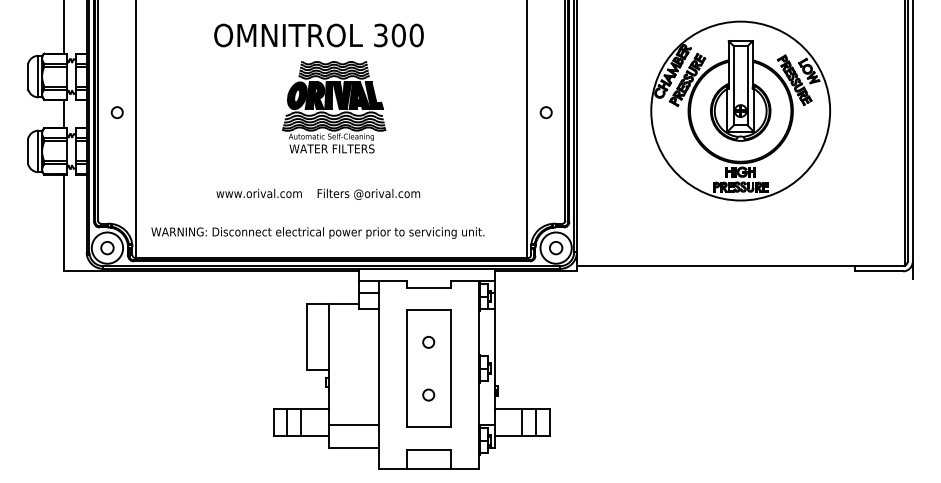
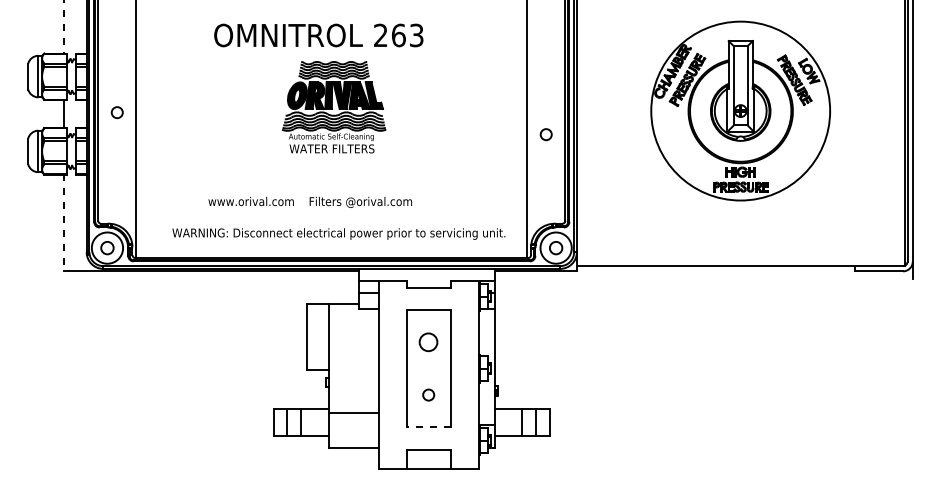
line at (64, 27): solid -> dashed
text at (398, 35): 300 -> 263
circle at (545, 112) position: (545, 112) -> (545, 134)
text at (318, 193) position: (318, 193) -> (310, 201)
line at (64, 223): solid -> dashed
text at (317, 232) position: (317, 232) -> (338, 233)
circle at (428, 342) size: 14x13 px -> 21x21 px
line at (353, 424) position: (353, 424) -> (353, 412)
line at (428, 426): solid -> dashed
